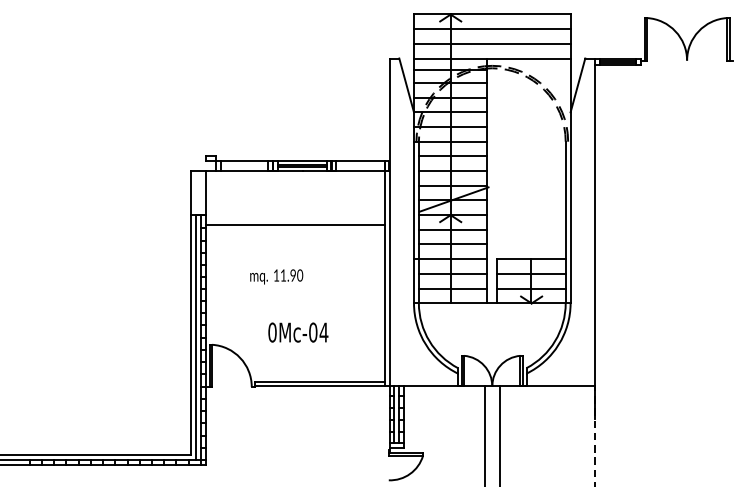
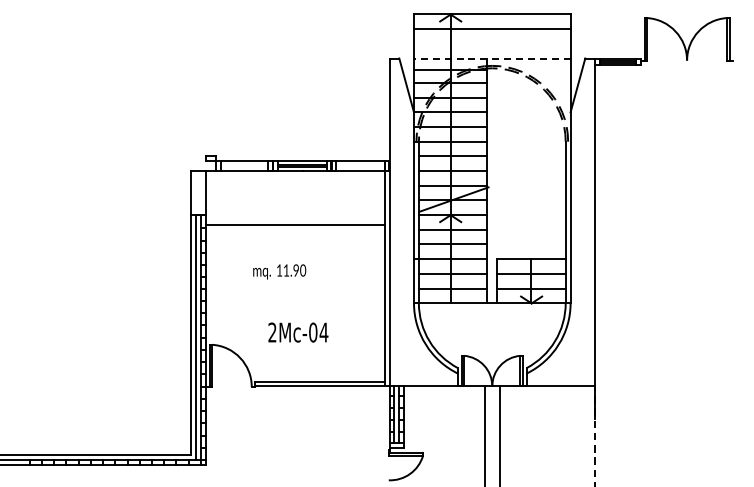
line at (492, 43): present -> none
line at (491, 58): solid -> dashed
text at (276, 276) position: (276, 276) -> (279, 271)
text at (272, 332): 0Mc-04 -> 2Mc-04
